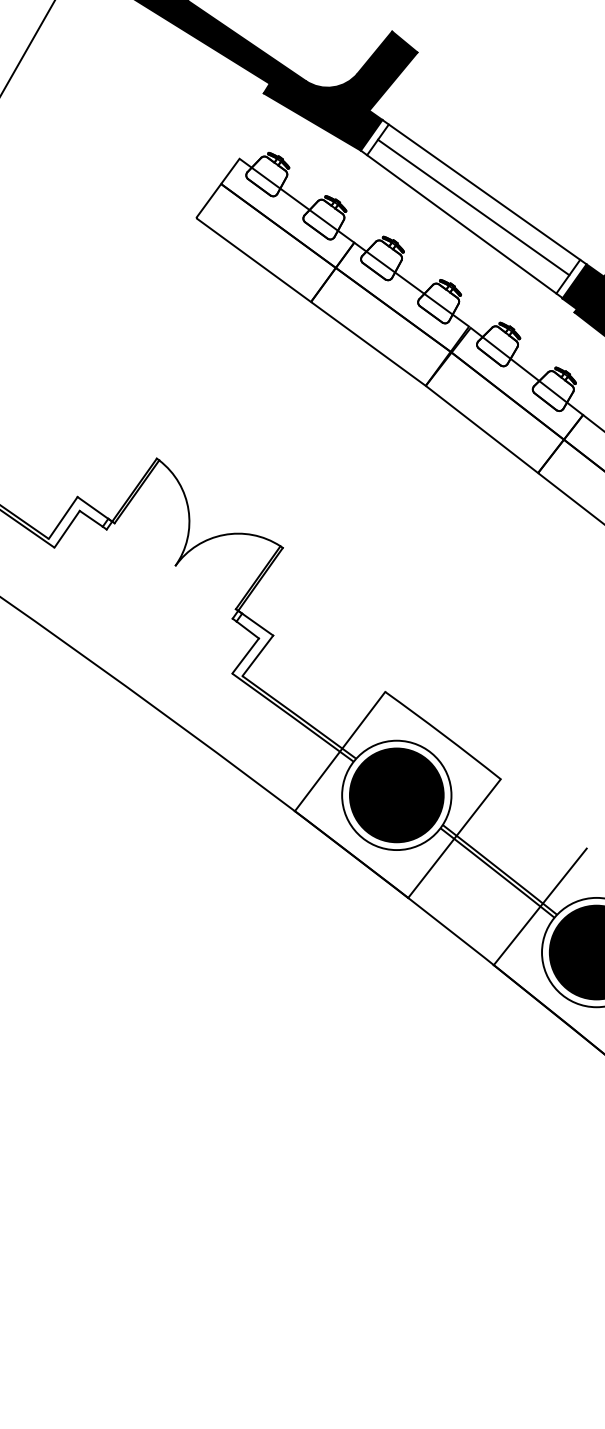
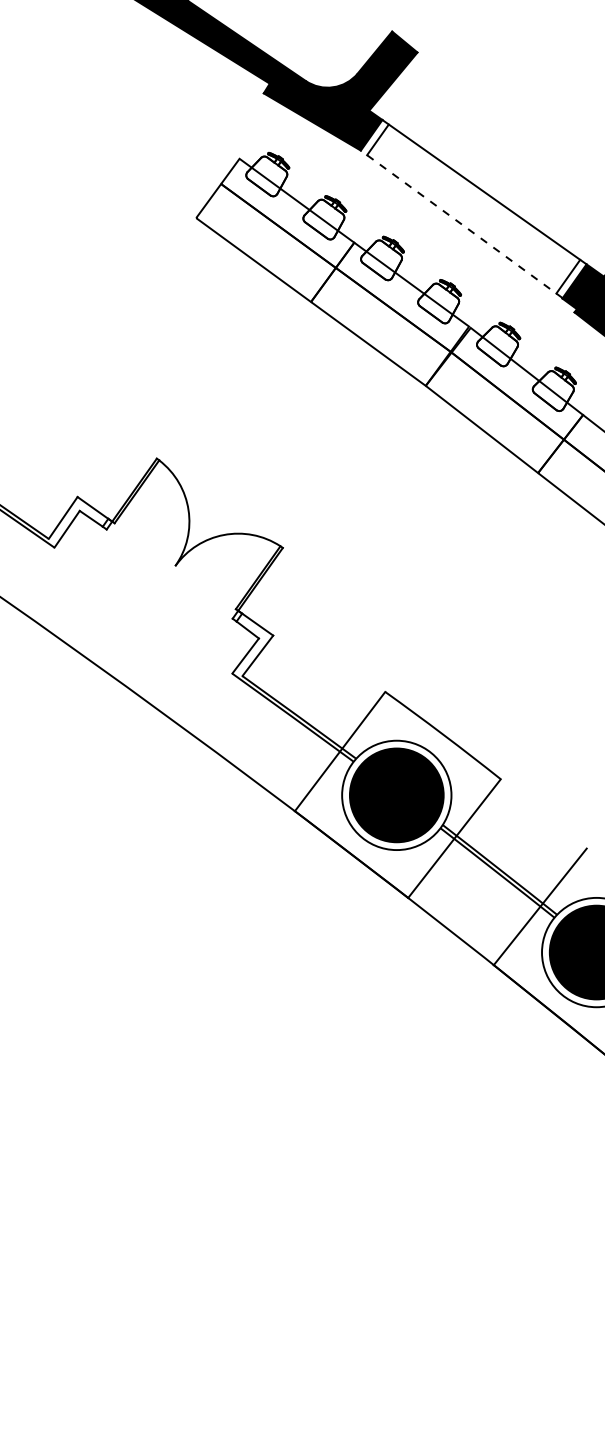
line at (27, 47): present -> none
line at (473, 207): present -> none
line at (461, 224): solid -> dashed
